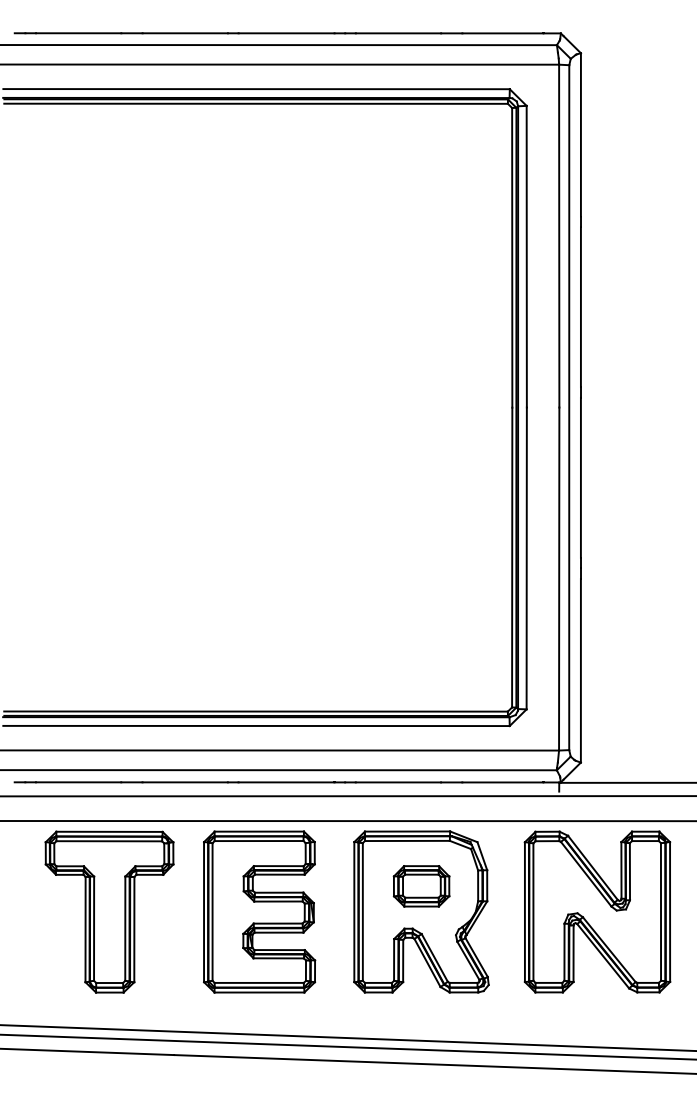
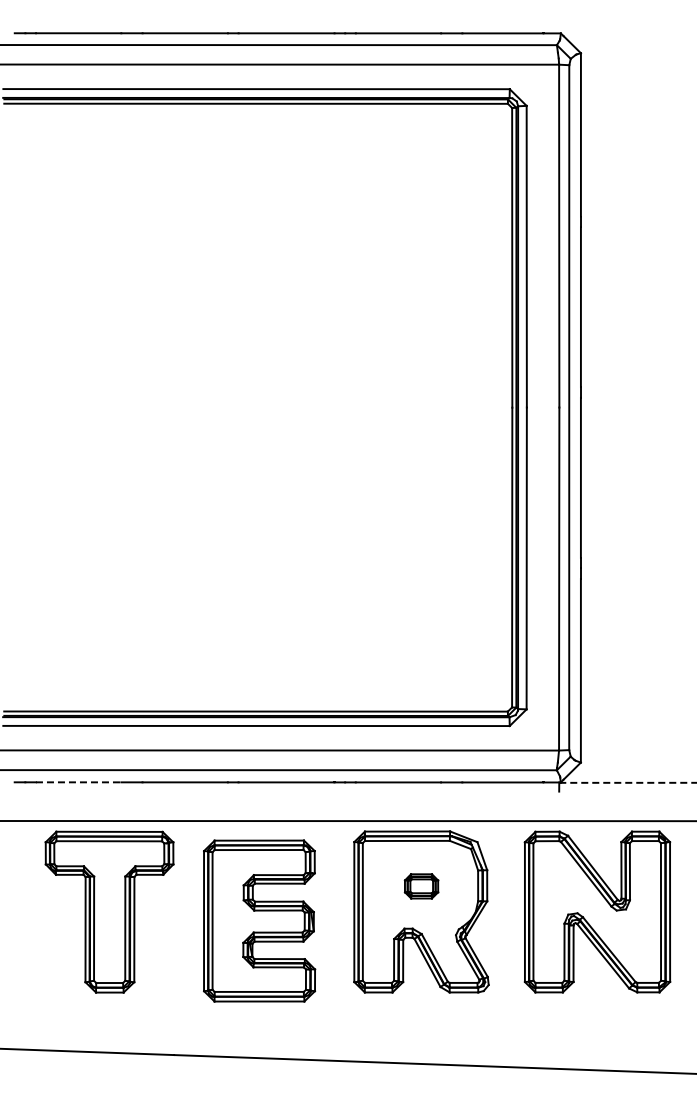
line at (78, 782): solid -> dashed
line at (628, 782): solid -> dashed
line at (347, 796): present -> none
part at (421, 886) size: 59x43 px -> 37x27 px
part at (259, 911) position: (259, 911) -> (259, 920)
line at (347, 1037): present -> none
line at (347, 1046): present -> none
